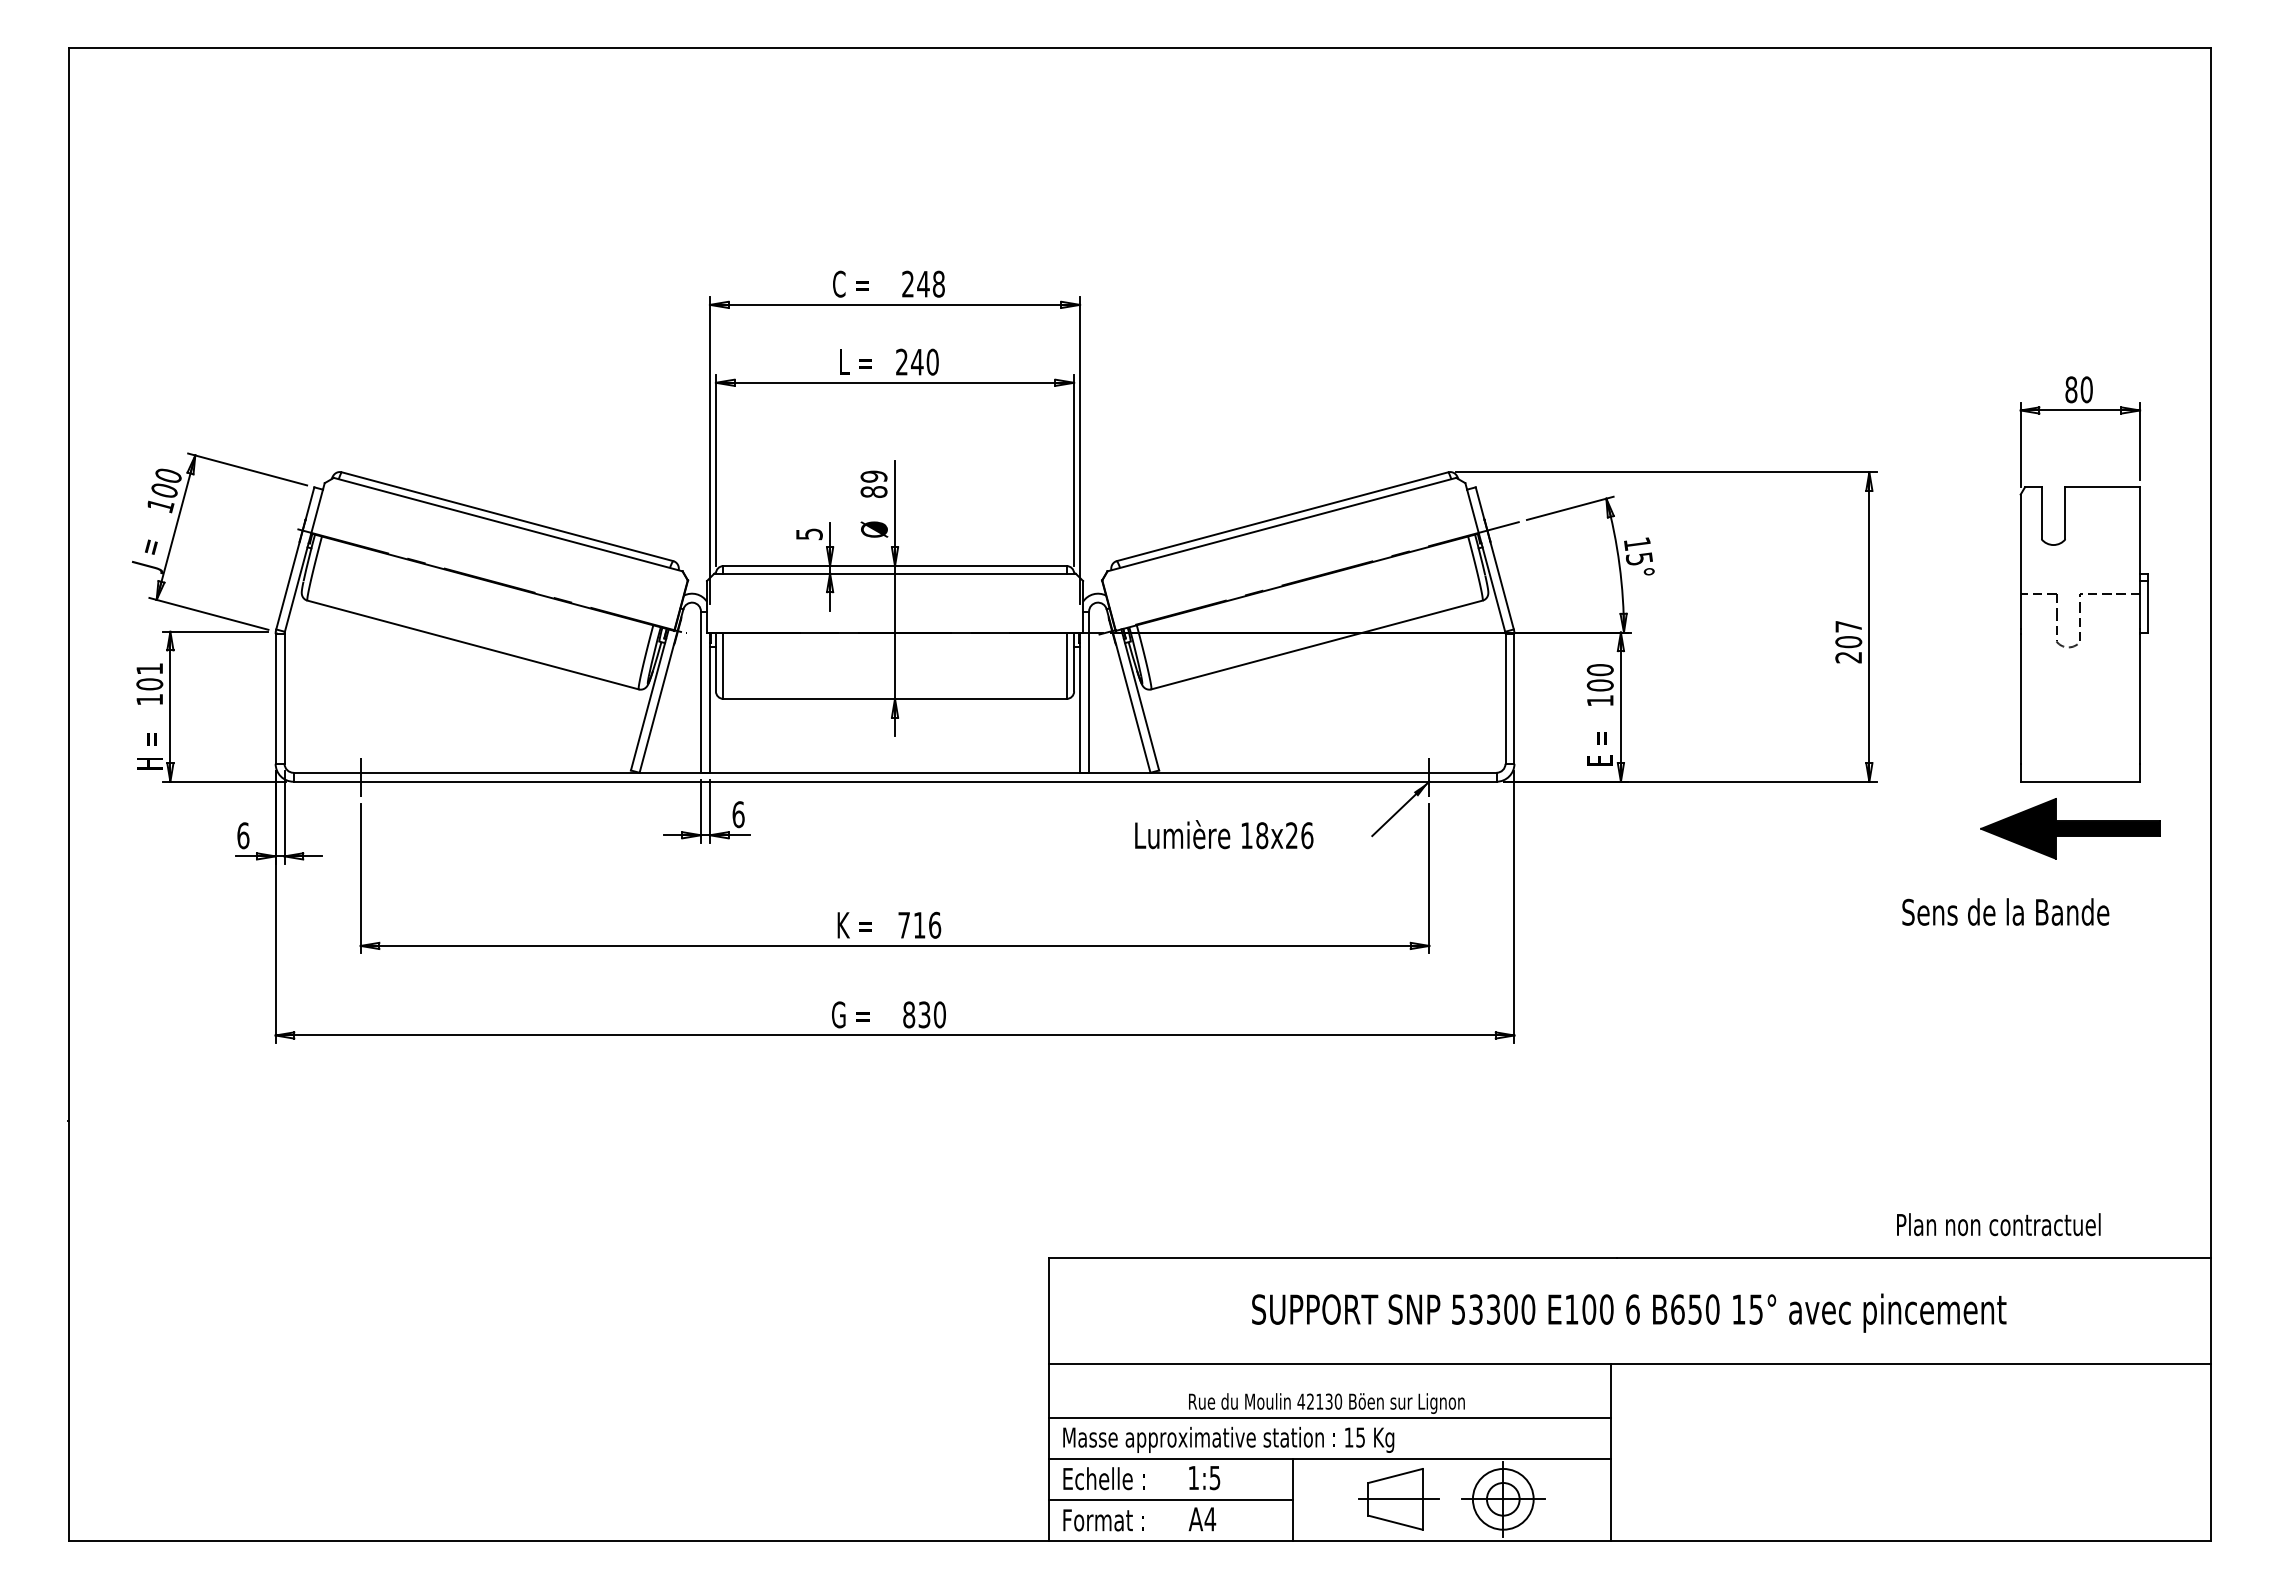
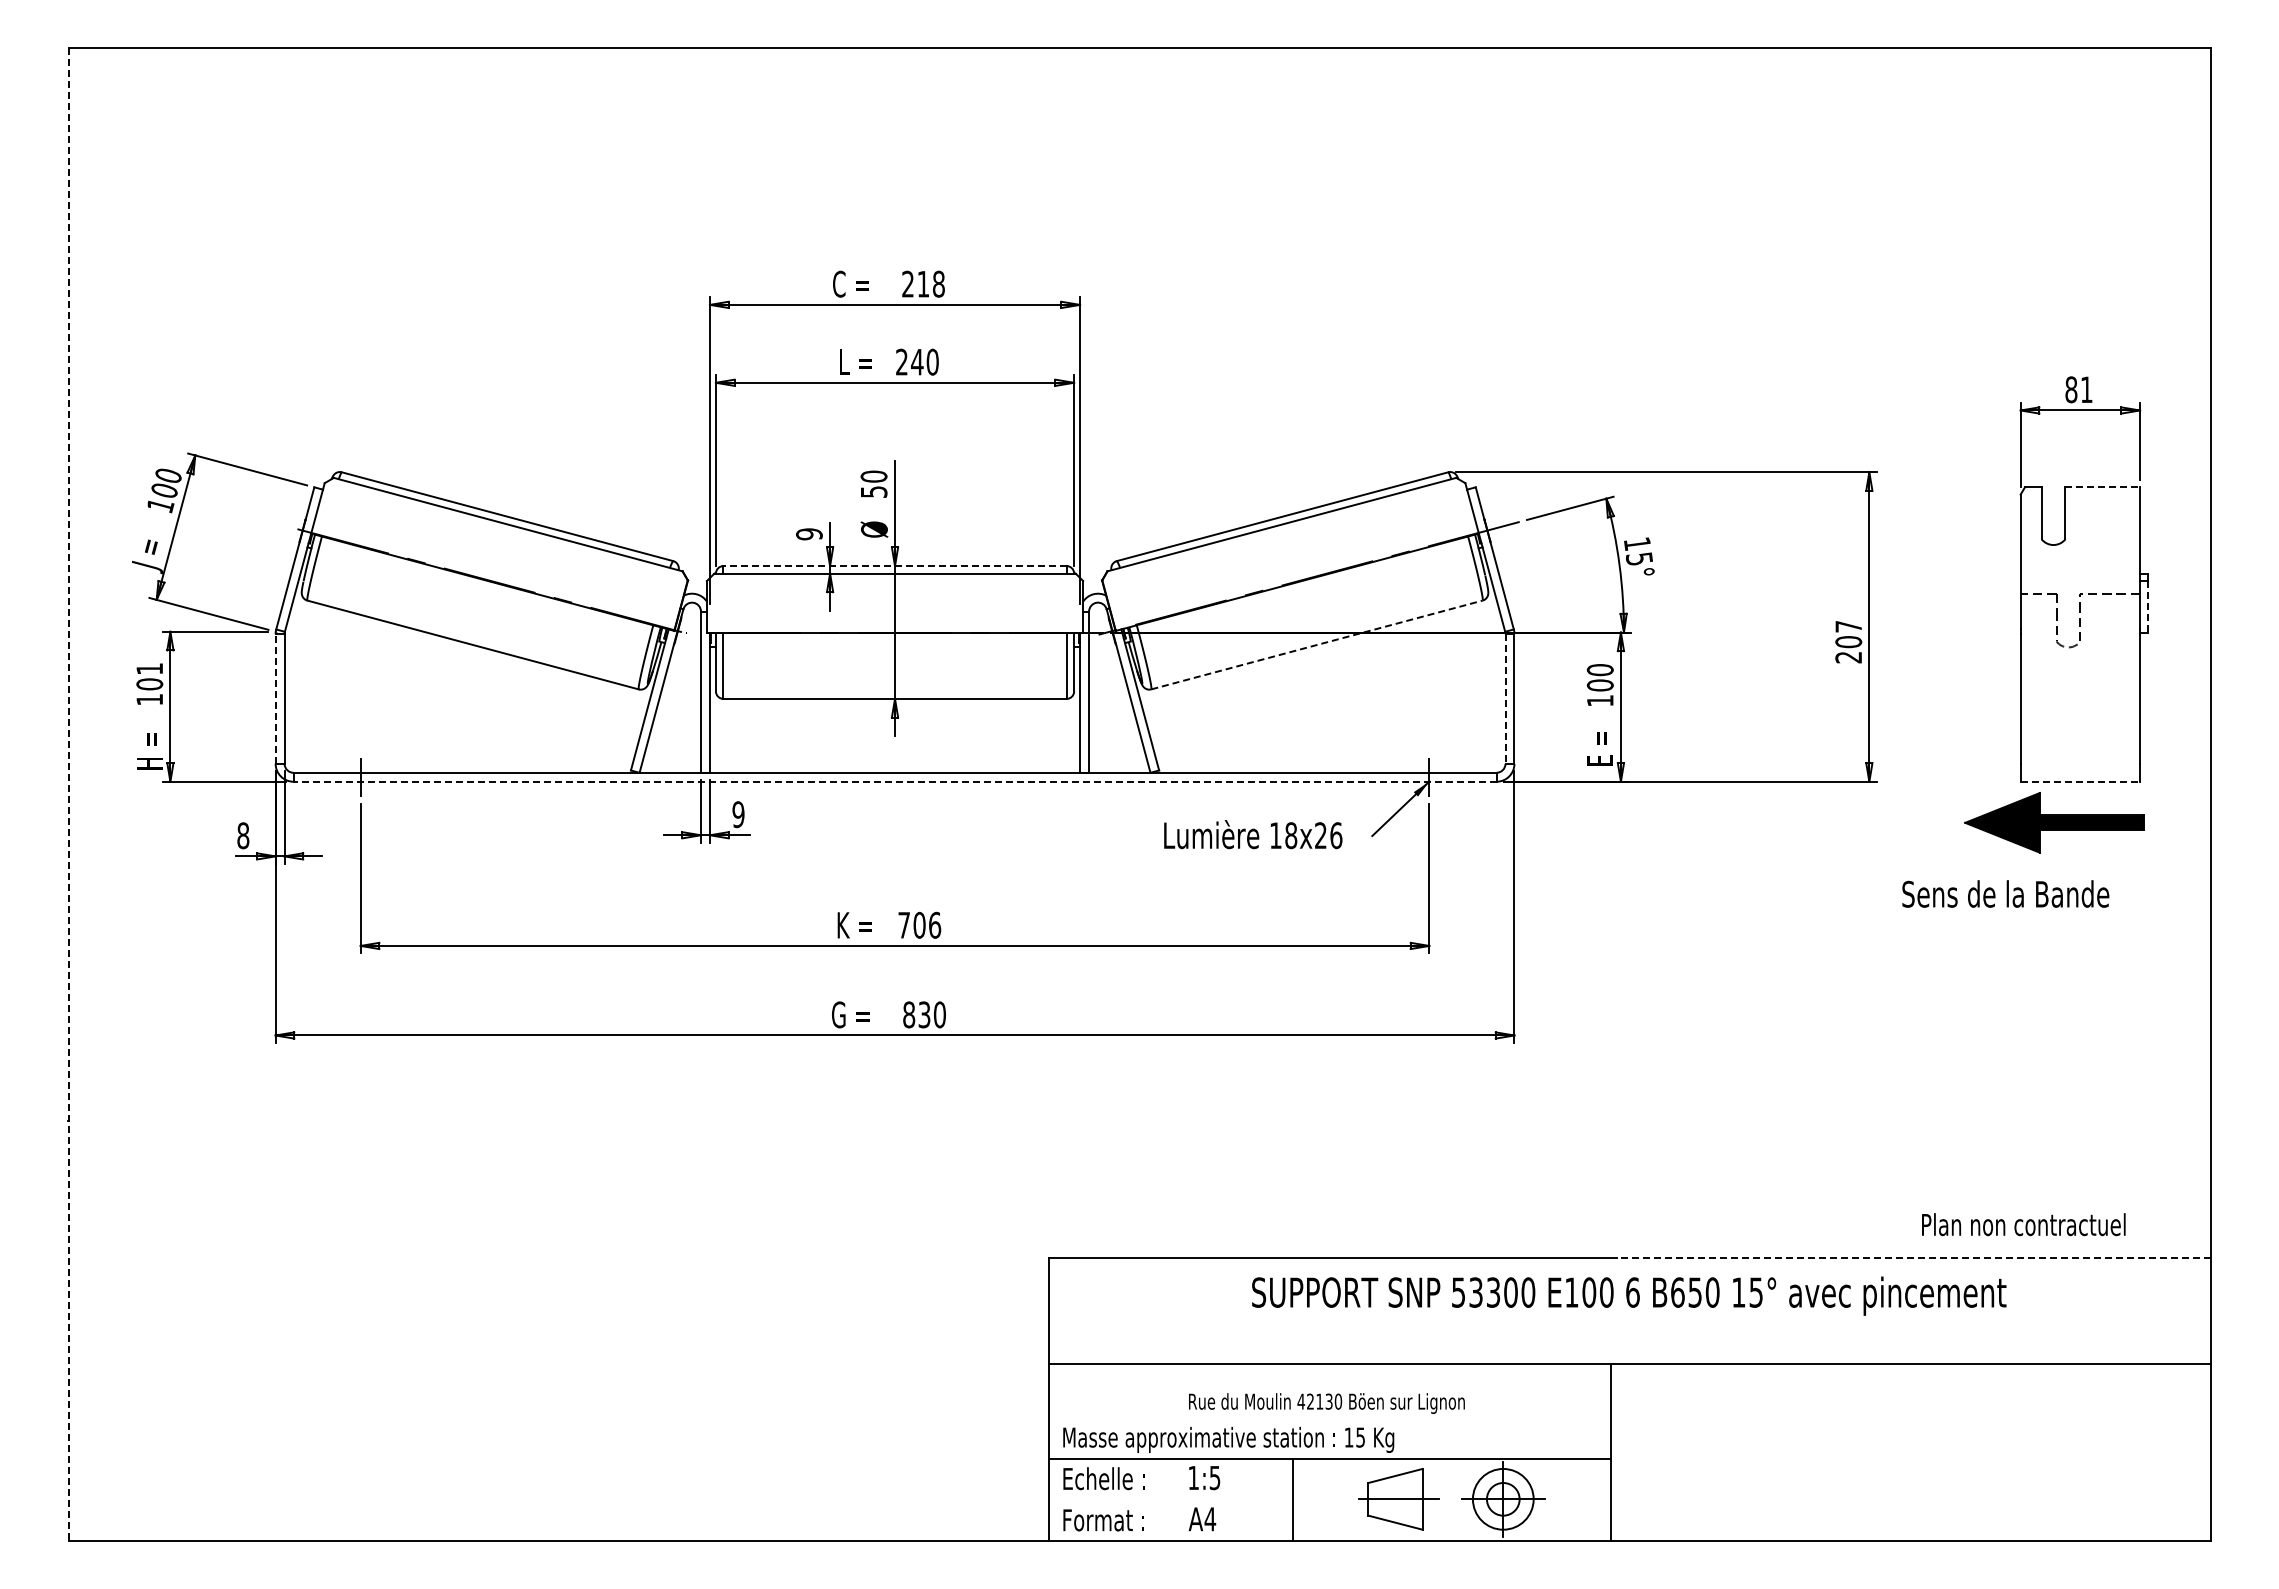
text at (923, 284): 248 -> 218
text at (2086, 389): 80 -> 81
text at (873, 483): 89 -> 50
line at (2103, 487): solid -> dashed
text at (809, 534): 5 -> 9
line at (895, 566): solid -> dashed
line at (2147, 607): solid -> dashed
line at (1316, 645): solid -> dashed
line at (275, 698): solid -> dashed
line at (1505, 698): solid -> dashed
line at (894, 781): solid -> dashed
line at (2080, 781): solid -> dashed
line at (68, 794): solid -> dashed
text at (738, 814): 6 -> 9
part at (2070, 828) position: (2070, 828) -> (2054, 822)
text at (1224, 834) position: (1224, 834) -> (1253, 834)
text at (243, 835): 6 -> 8
text at (2005, 911) position: (2005, 911) -> (2005, 893)
text at (919, 924): 716 -> 706
text at (1998, 1224) position: (1998, 1224) -> (2023, 1224)
line at (1913, 1257): solid -> dashed
text at (1629, 1312) position: (1629, 1312) -> (1629, 1295)
line at (1330, 1418): present -> none
line at (1170, 1500): present -> none
